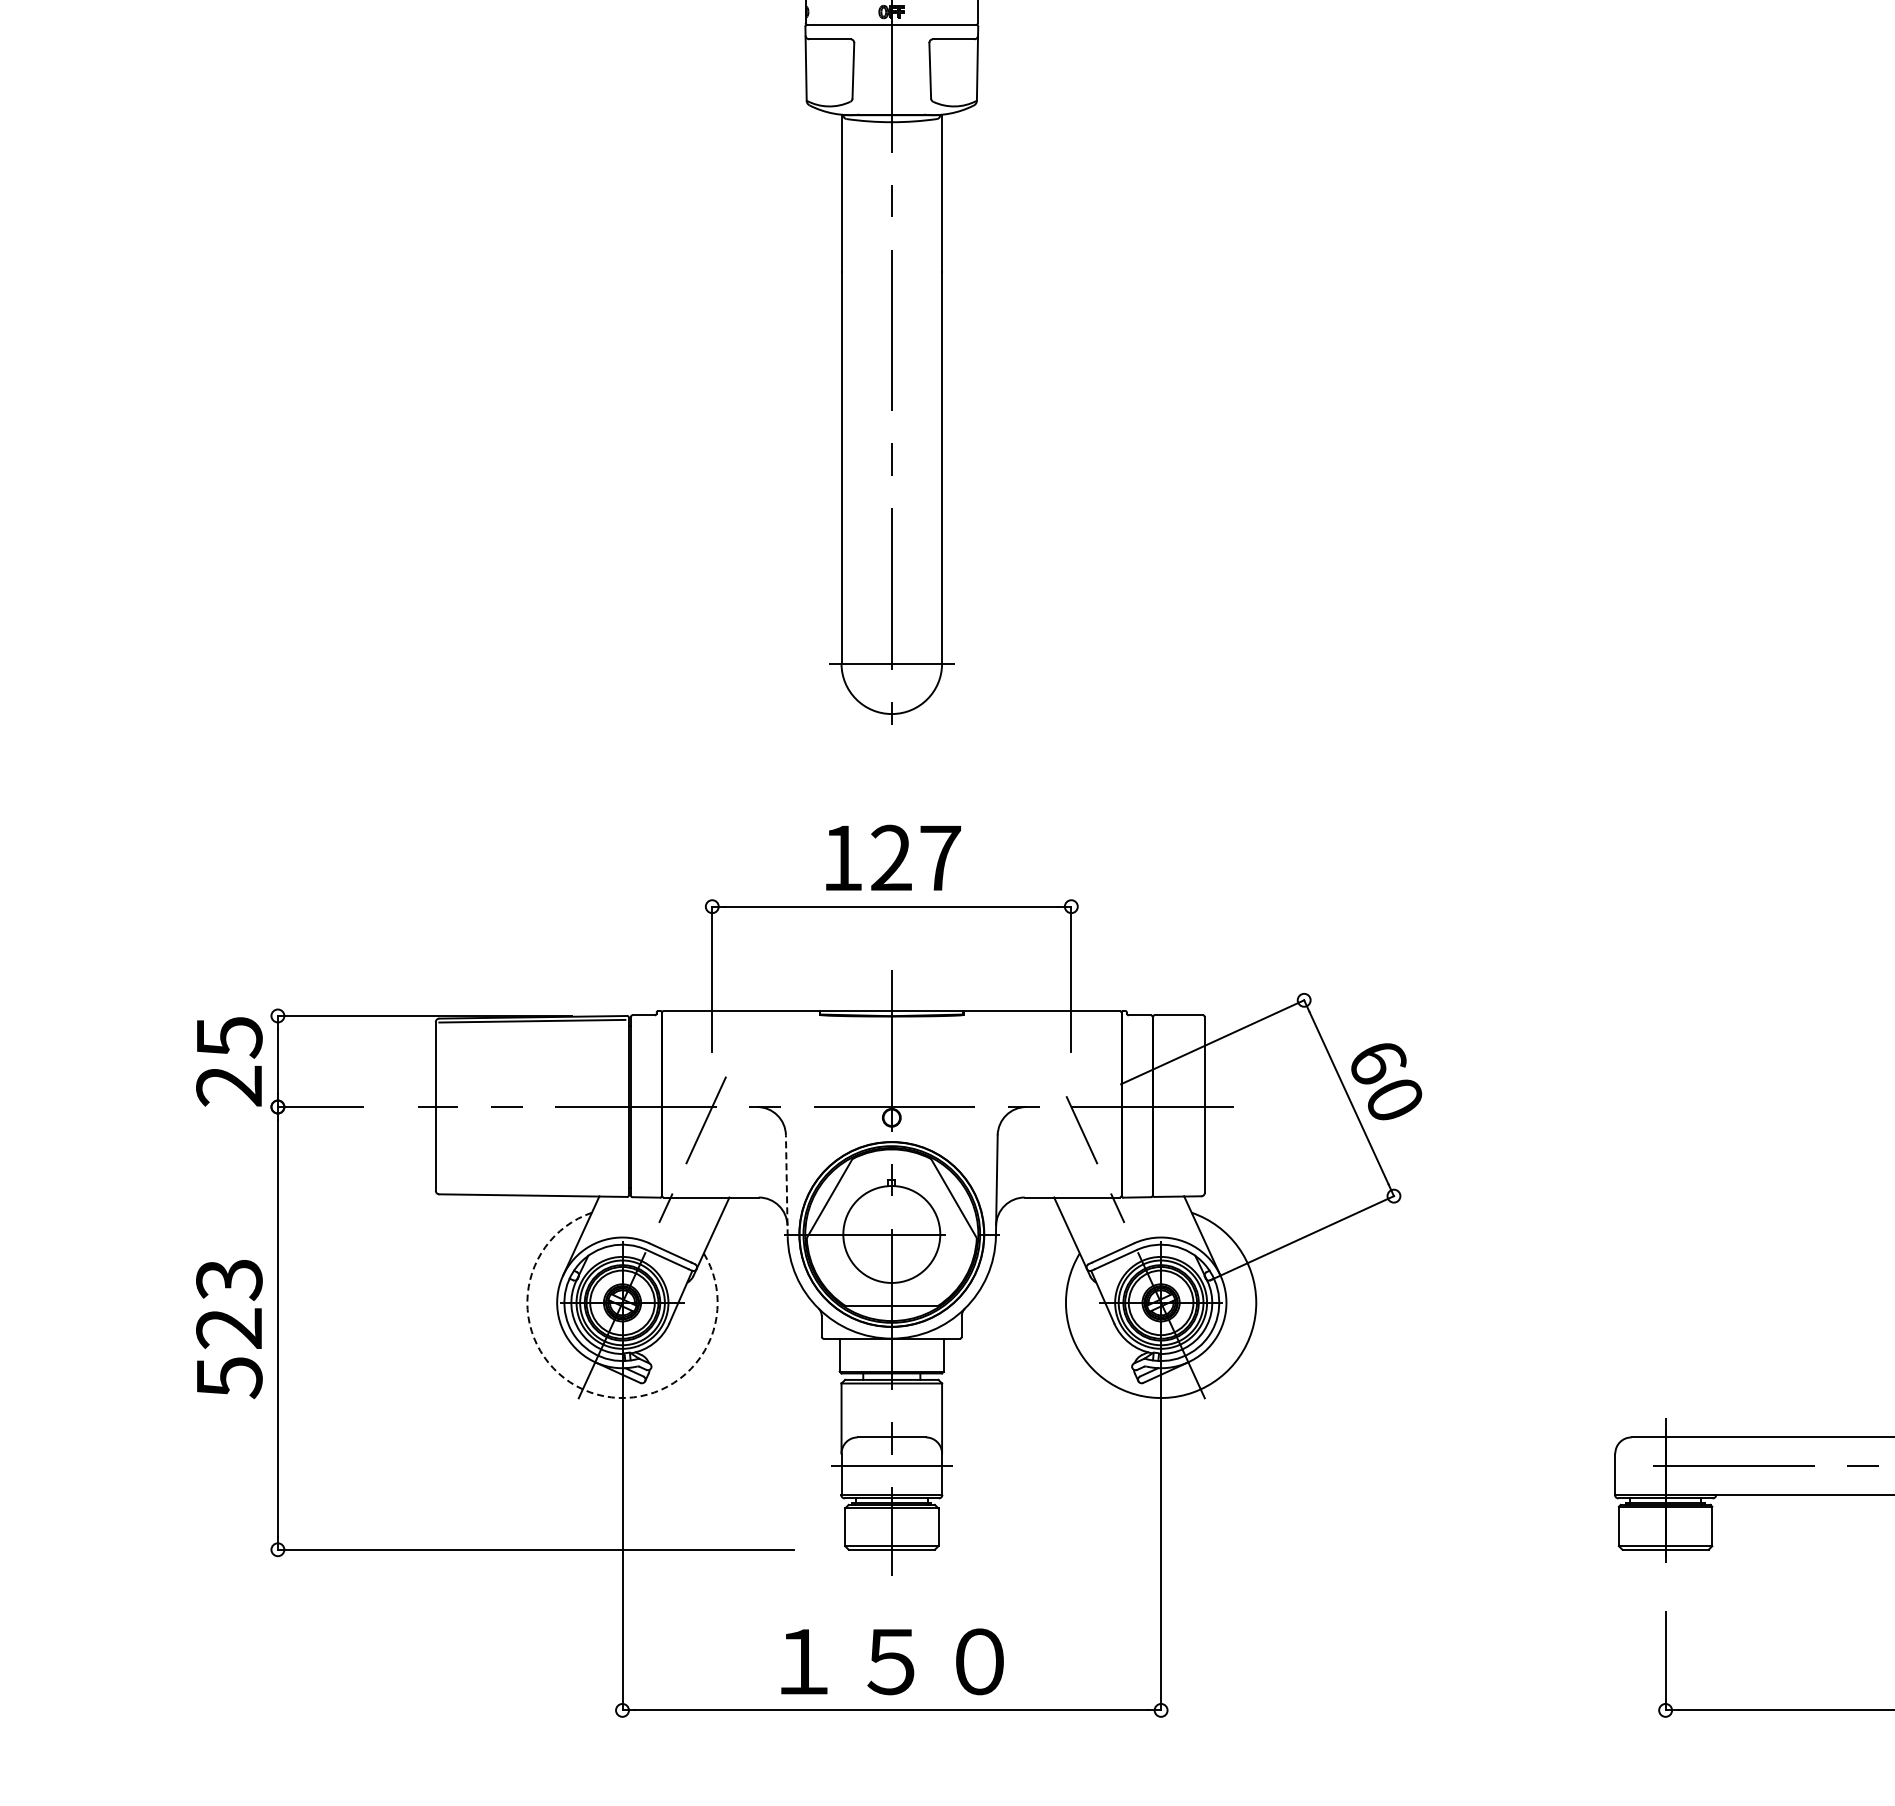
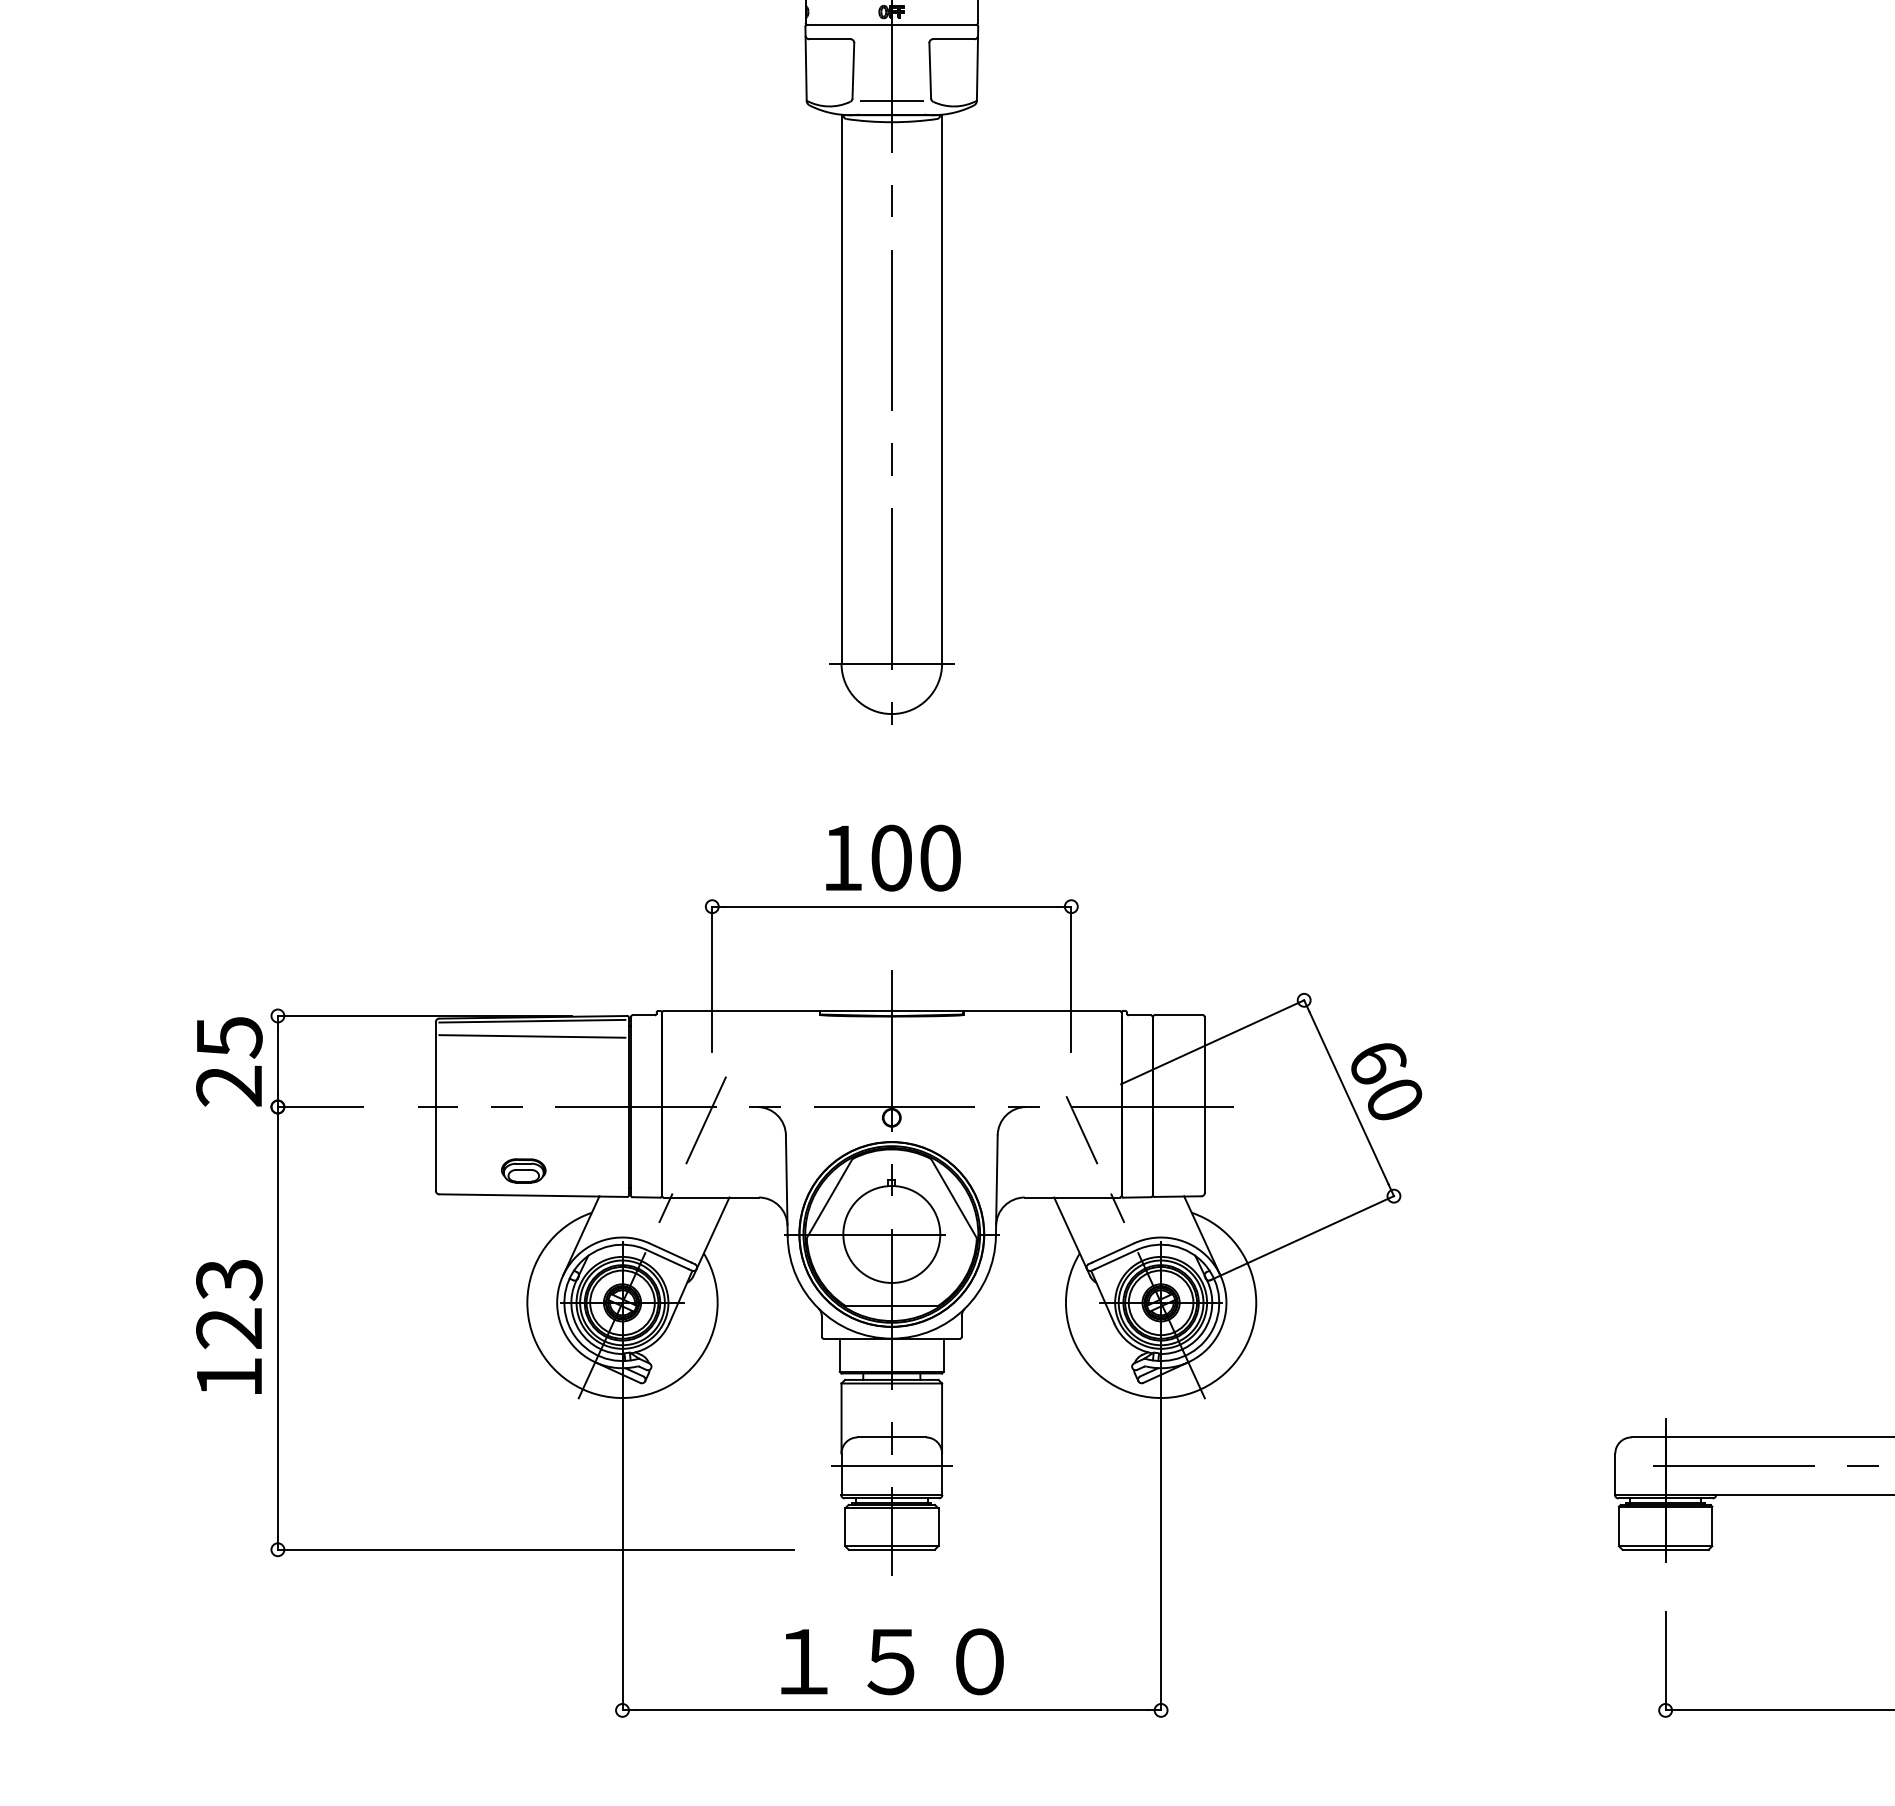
line at (891, 100): none -> present
text at (916, 857): 127 -> 100
line at (532, 1036): none -> present
part at (523, 1170): none -> present
line at (786, 1185): dashed -> solid
text at (229, 1378): 523 -> 123
arc at (590, 1392): dashed -> solid
